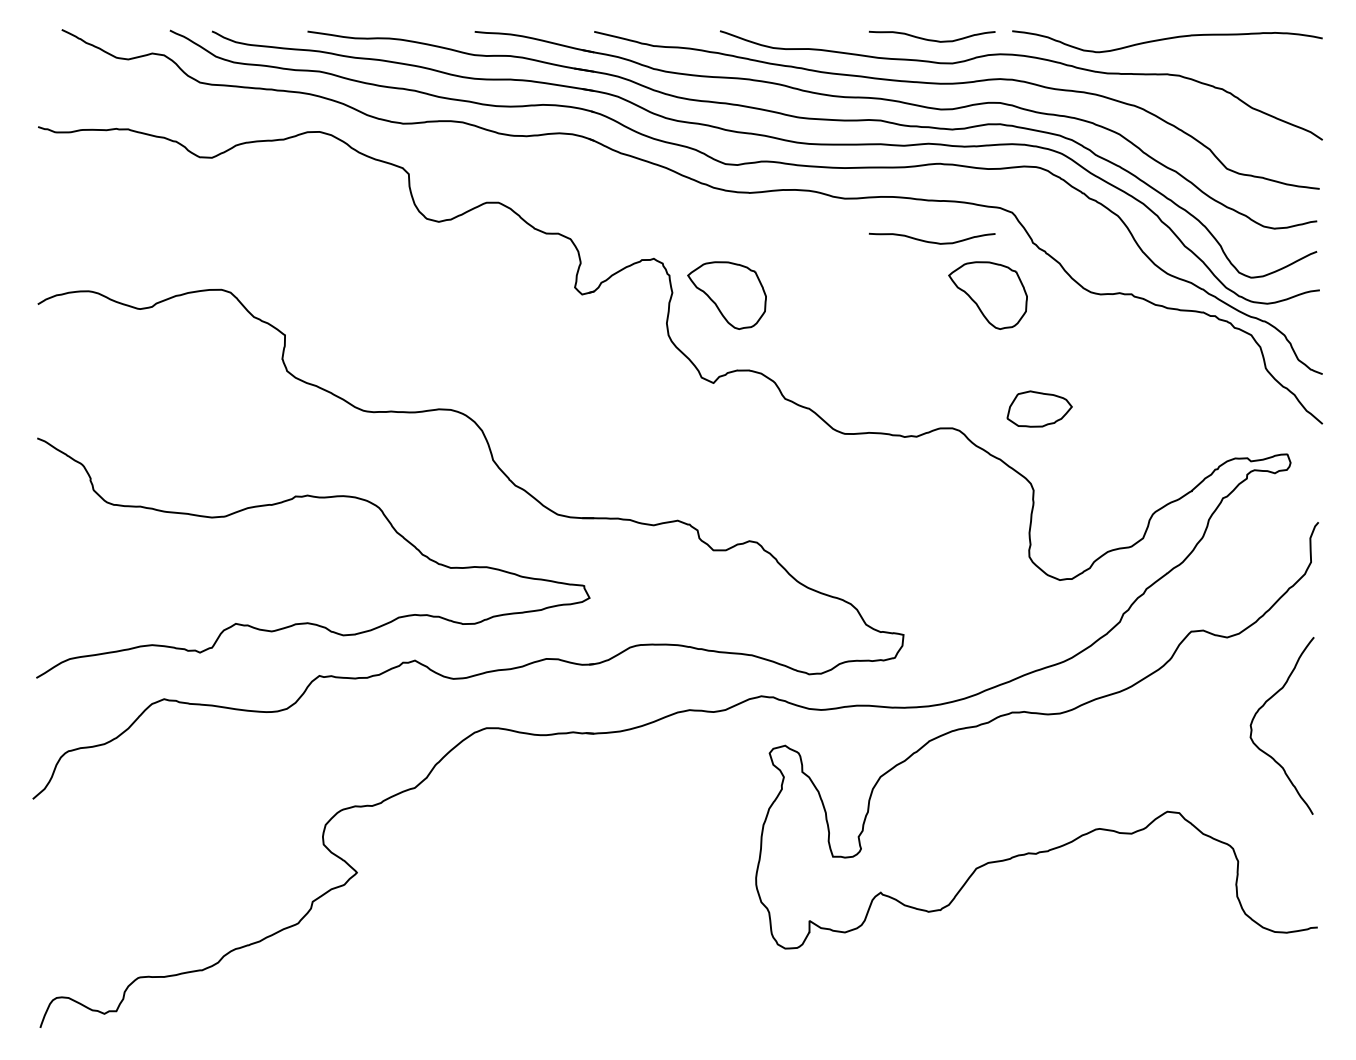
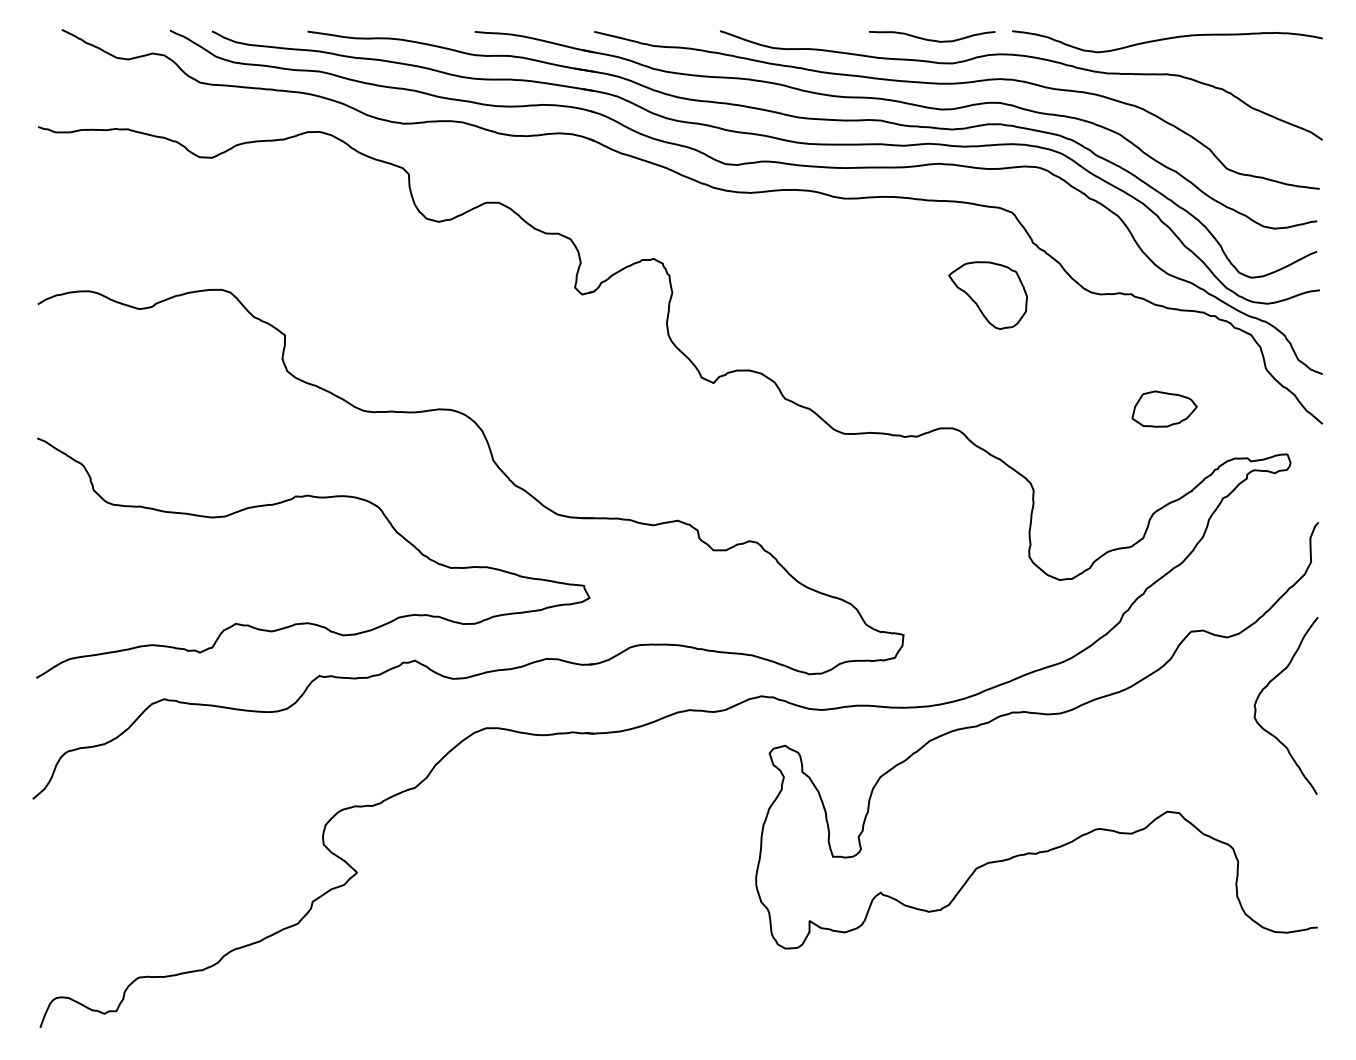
curve at (932, 241): present -> none
part at (726, 295): present -> none
part at (1039, 408) position: (1039, 408) -> (1164, 408)
curve at (1263, 706) position: (1263, 706) -> (1267, 686)
